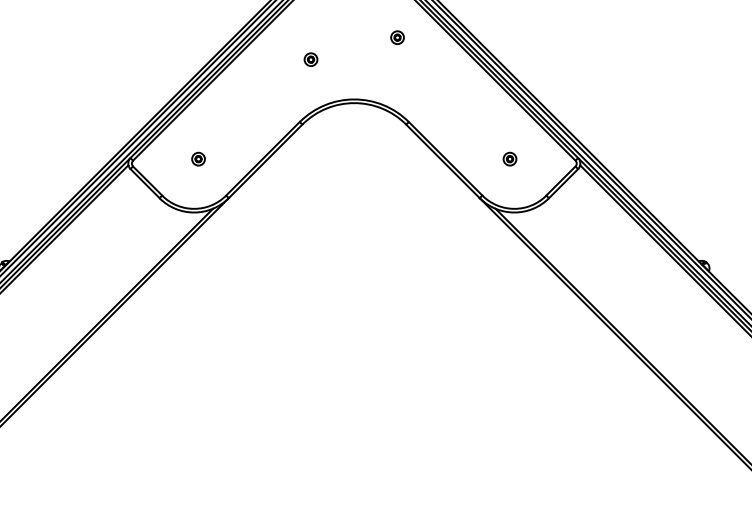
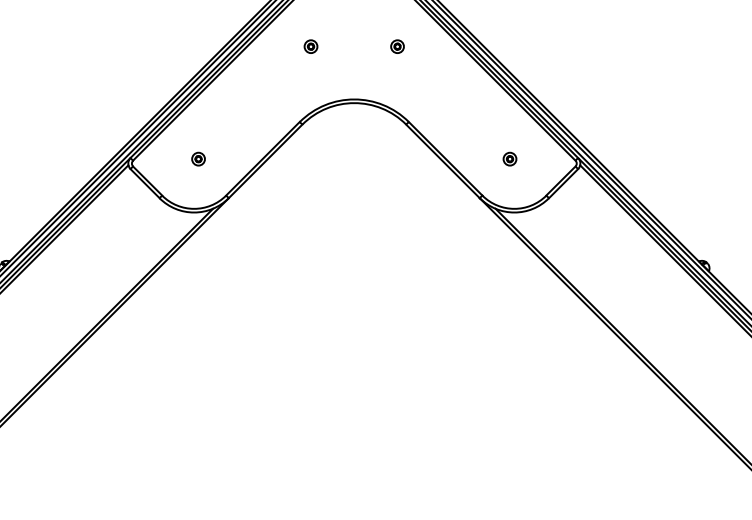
part at (397, 37) position: (397, 37) -> (397, 46)
part at (310, 59) position: (310, 59) -> (310, 46)
